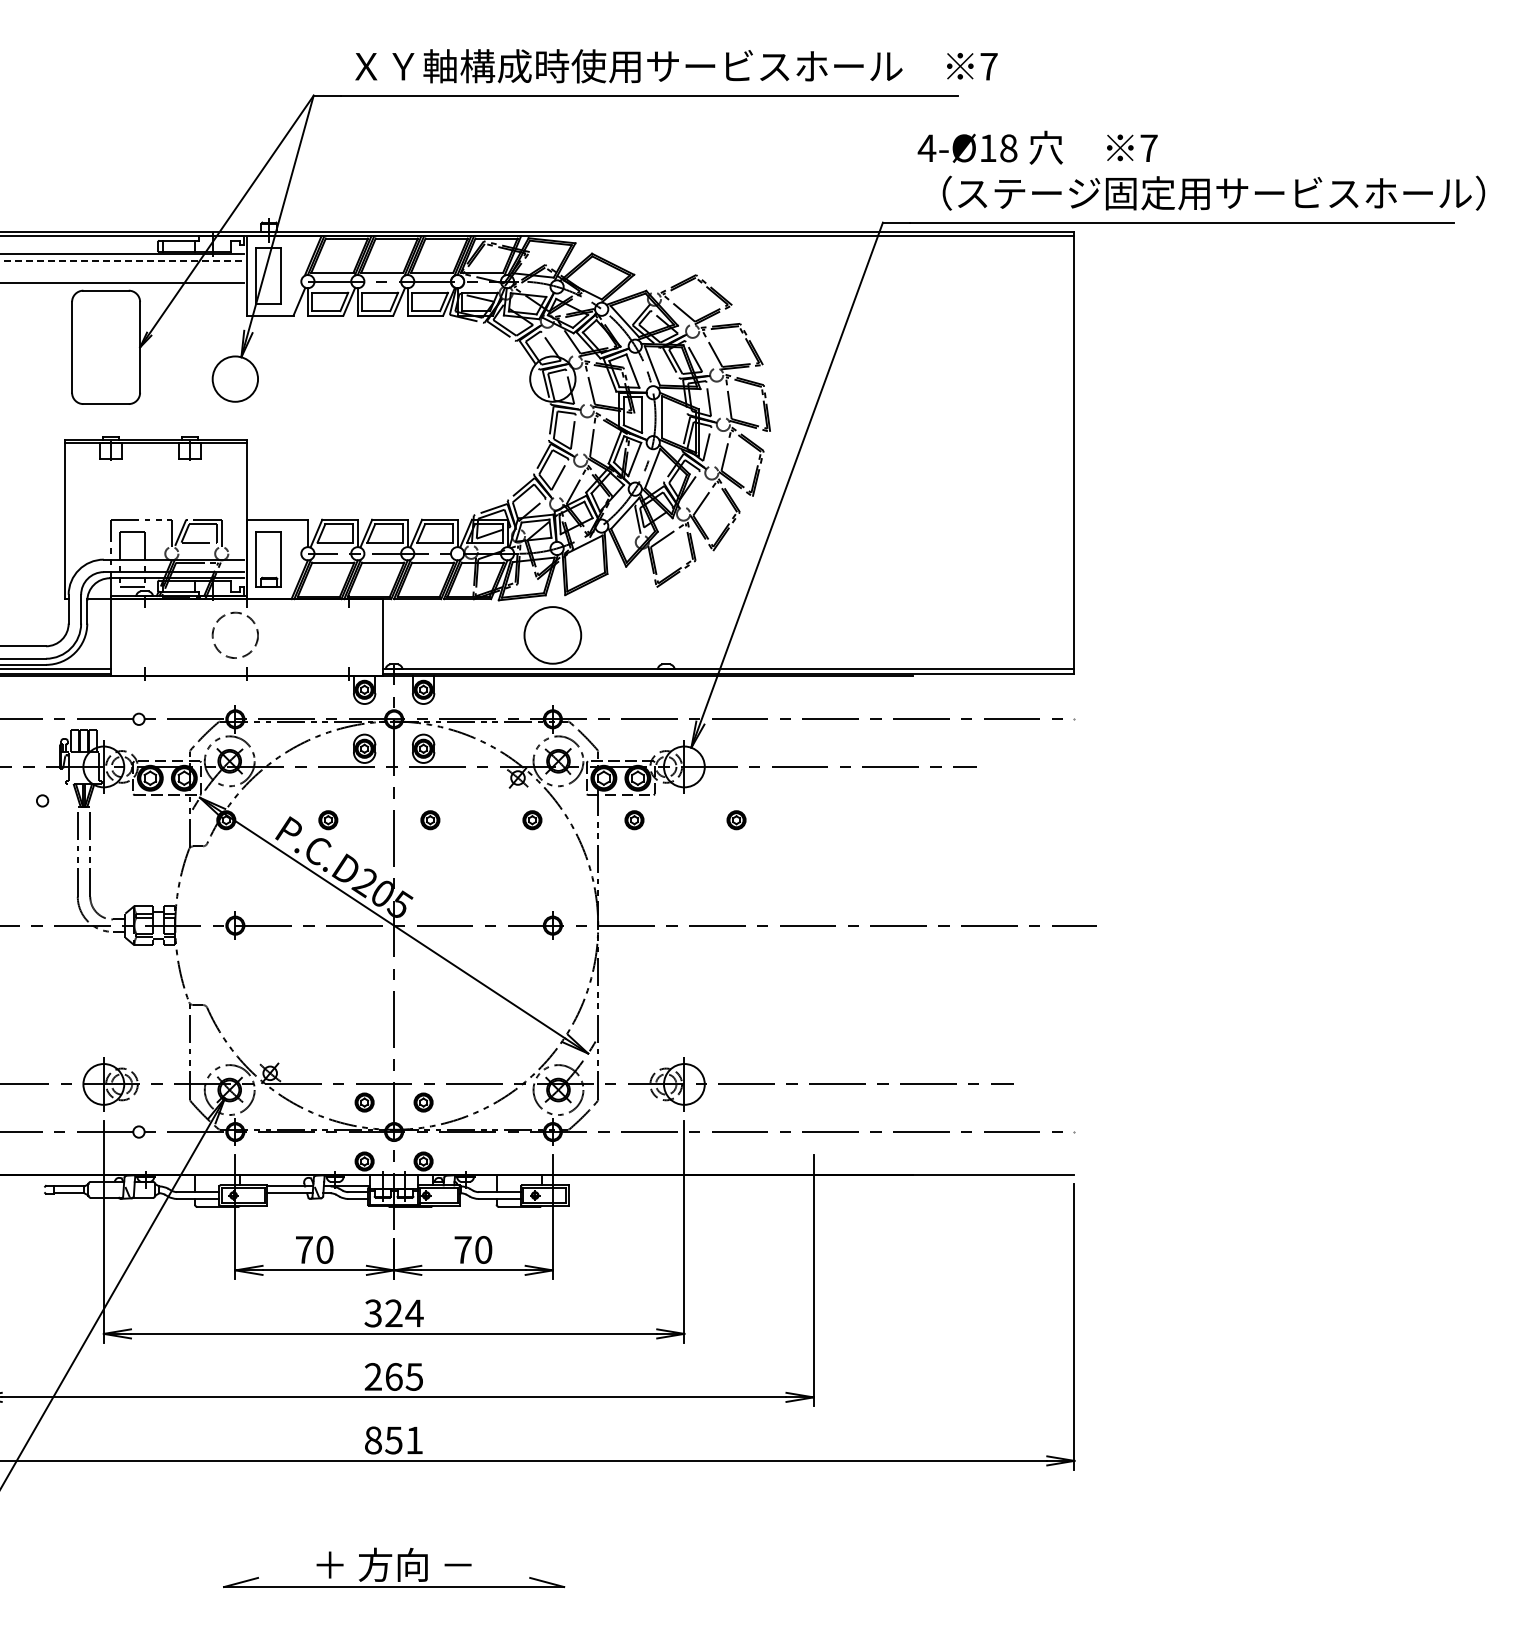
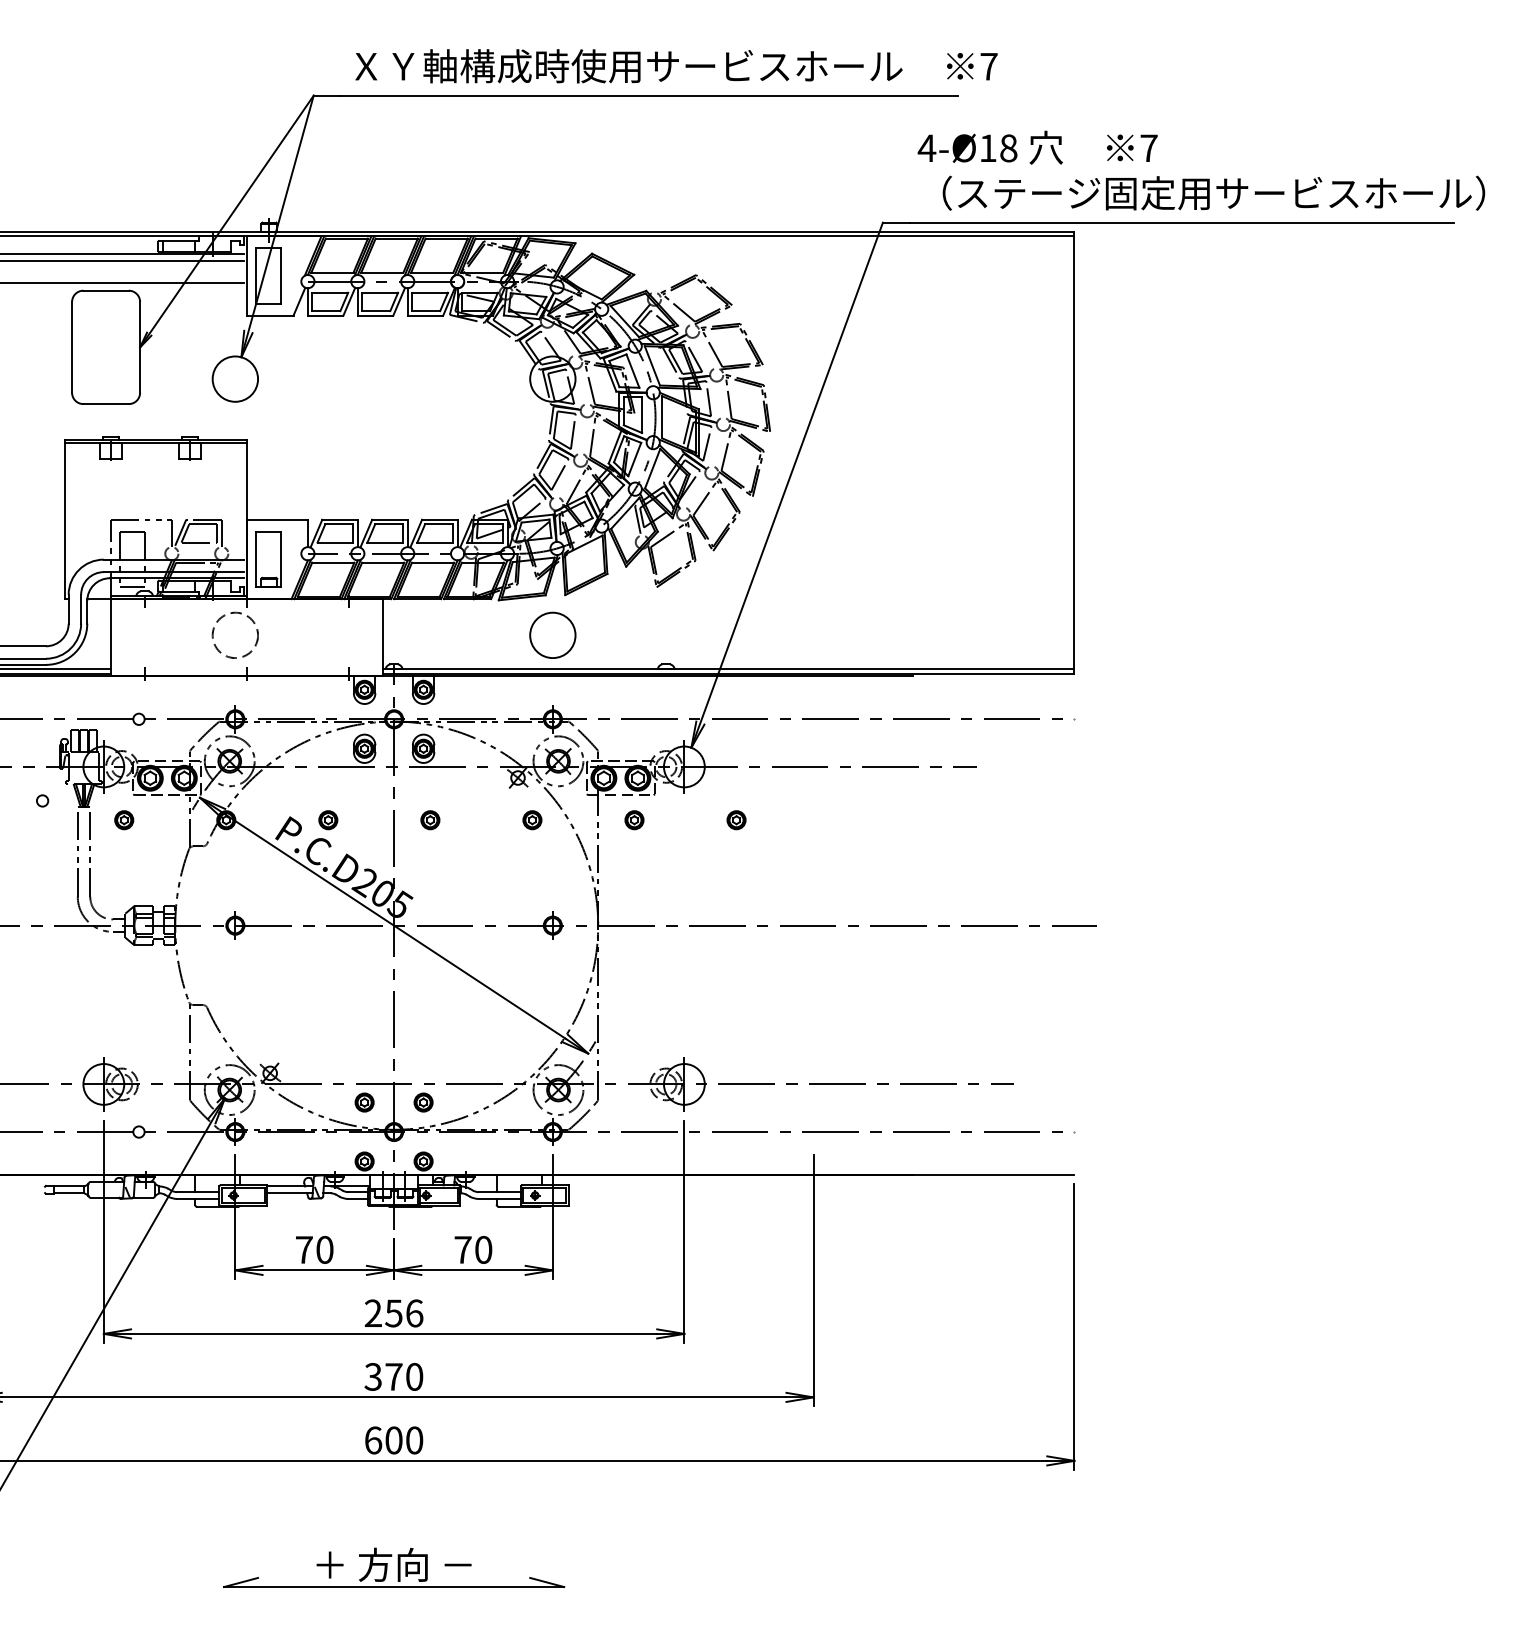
line at (122, 260): dashed -> solid
circle at (552, 635) diameter: 57 px -> 45 px
part at (124, 820): none -> present
text at (393, 1313): 324 -> 256
text at (393, 1376): 265 -> 370
text at (394, 1440): 851 -> 600
